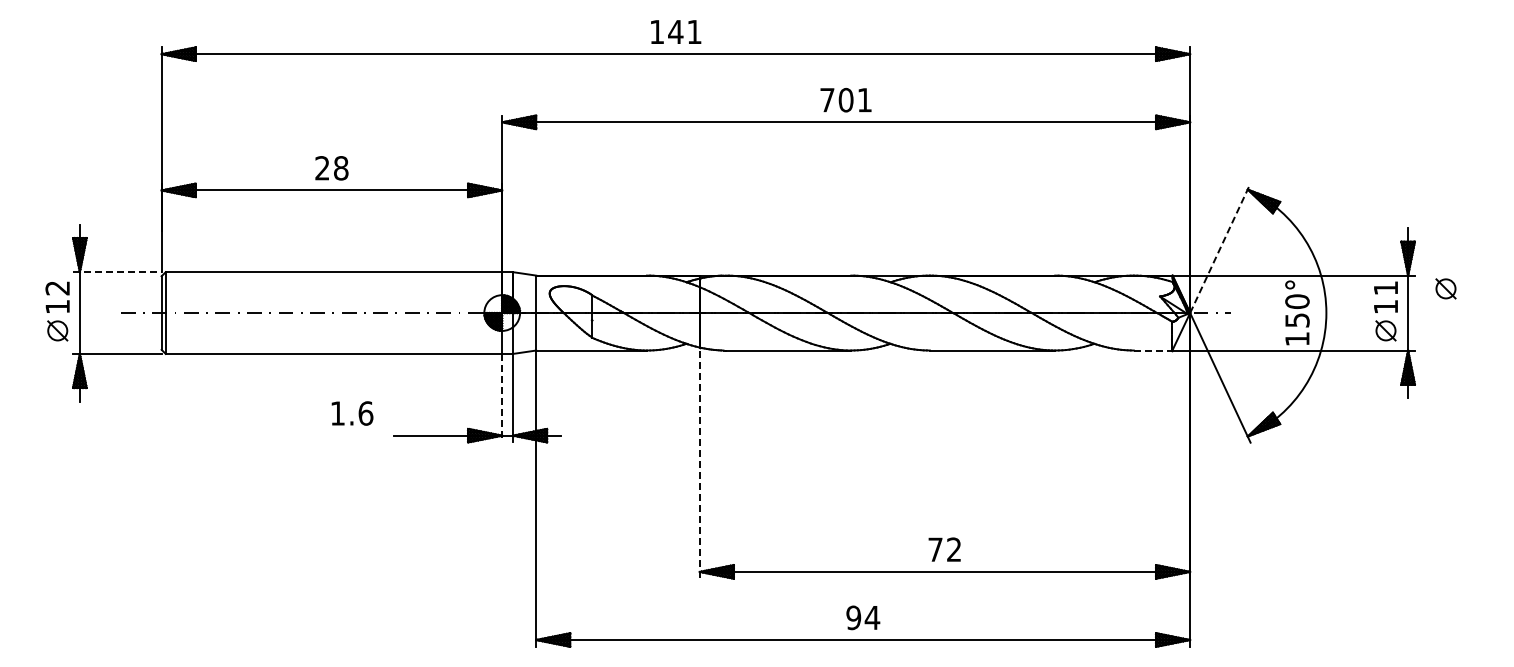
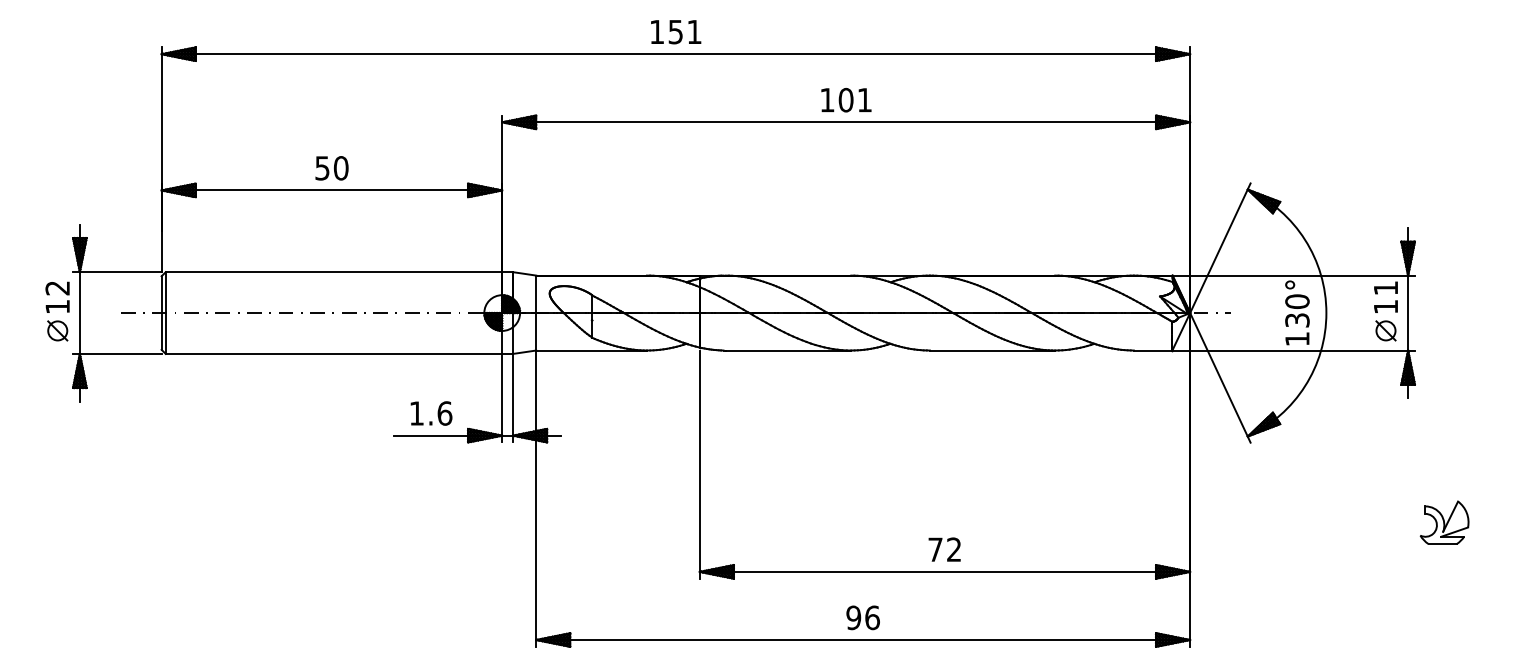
text at (675, 32): 141 -> 151
text at (827, 100): 701 -> 101
text at (331, 168): 28 -> 50
line at (1220, 248): dashed -> solid
line at (117, 272): dashed -> solid
part at (1445, 288): present -> none
text at (1297, 319): 150° -> 130°
line at (1153, 350): dashed -> solid
line at (502, 398): dashed -> solid
text at (352, 413) position: (352, 413) -> (431, 413)
line at (699, 465): dashed -> solid
part at (1444, 522): none -> present
text at (872, 617): 94 -> 96
